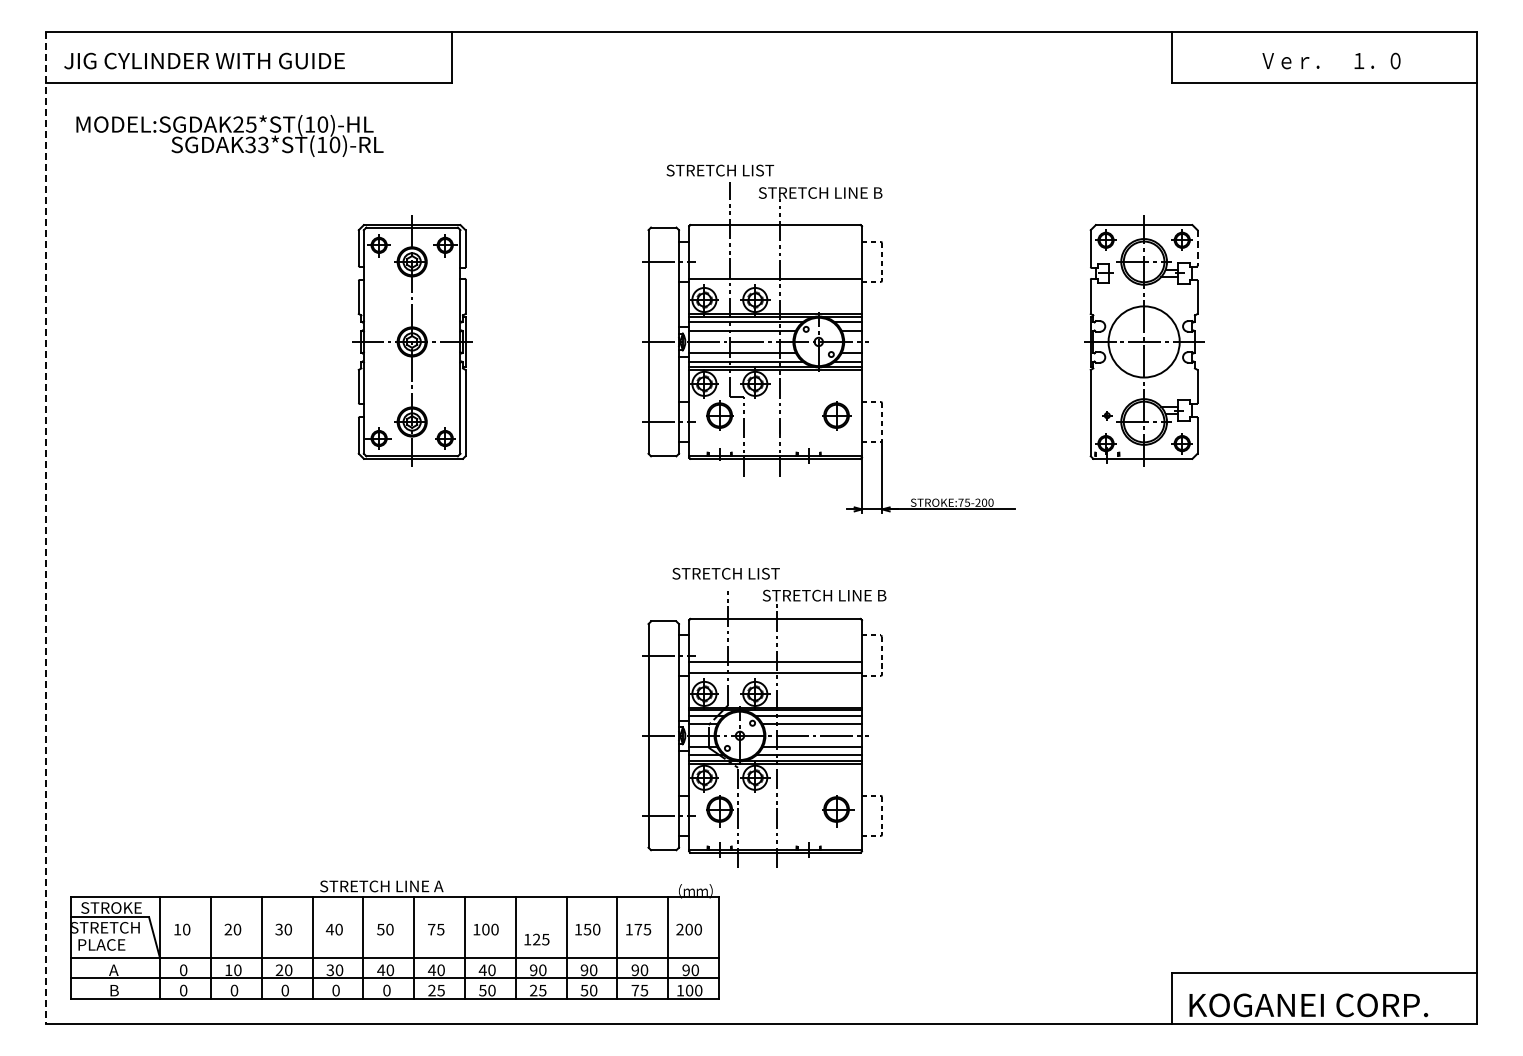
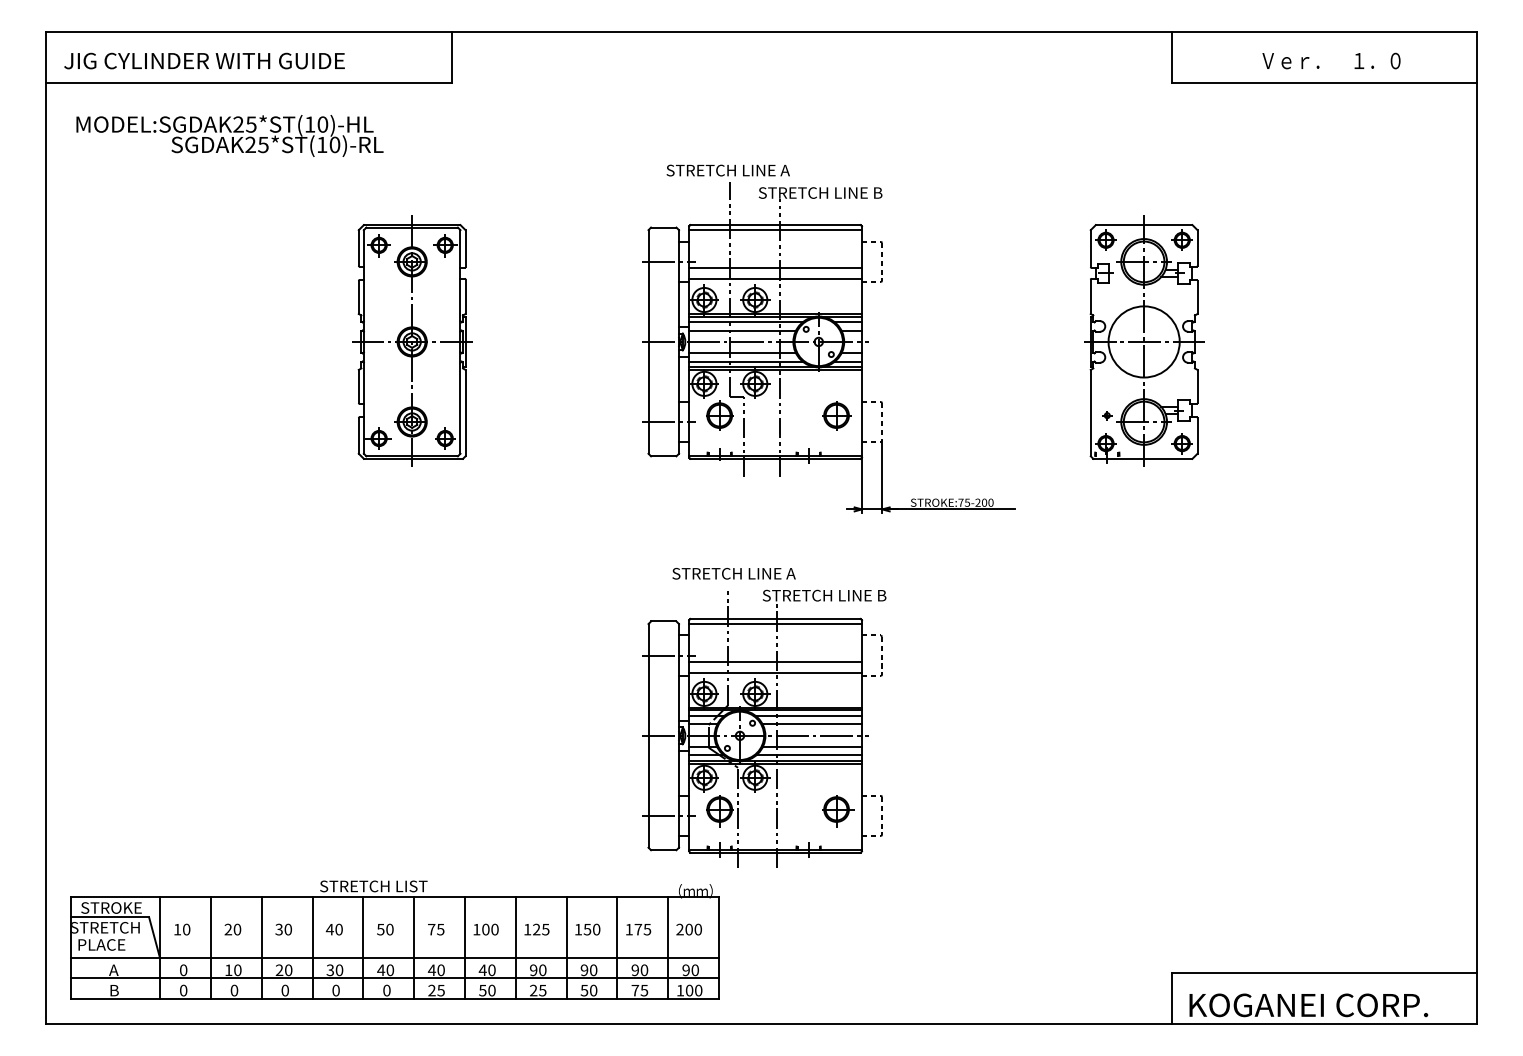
text at (256, 144): SGDAK33*ST(10)-RL -> SGDAK25*ST(10)-RL
text at (772, 170): STRETCH LIST -> STRETCH LINE A
line at (775, 230): none -> present
line at (1197, 248): dashed -> solid
line at (775, 267): none -> present
line at (45, 528): dashed -> solid
text at (778, 573): STRETCH LIST -> STRETCH LINE A
line at (775, 624): none -> present
text at (426, 886): STRETCH LINE A -> STRETCH LIST
text at (536, 939) position: (536, 939) -> (536, 929)
